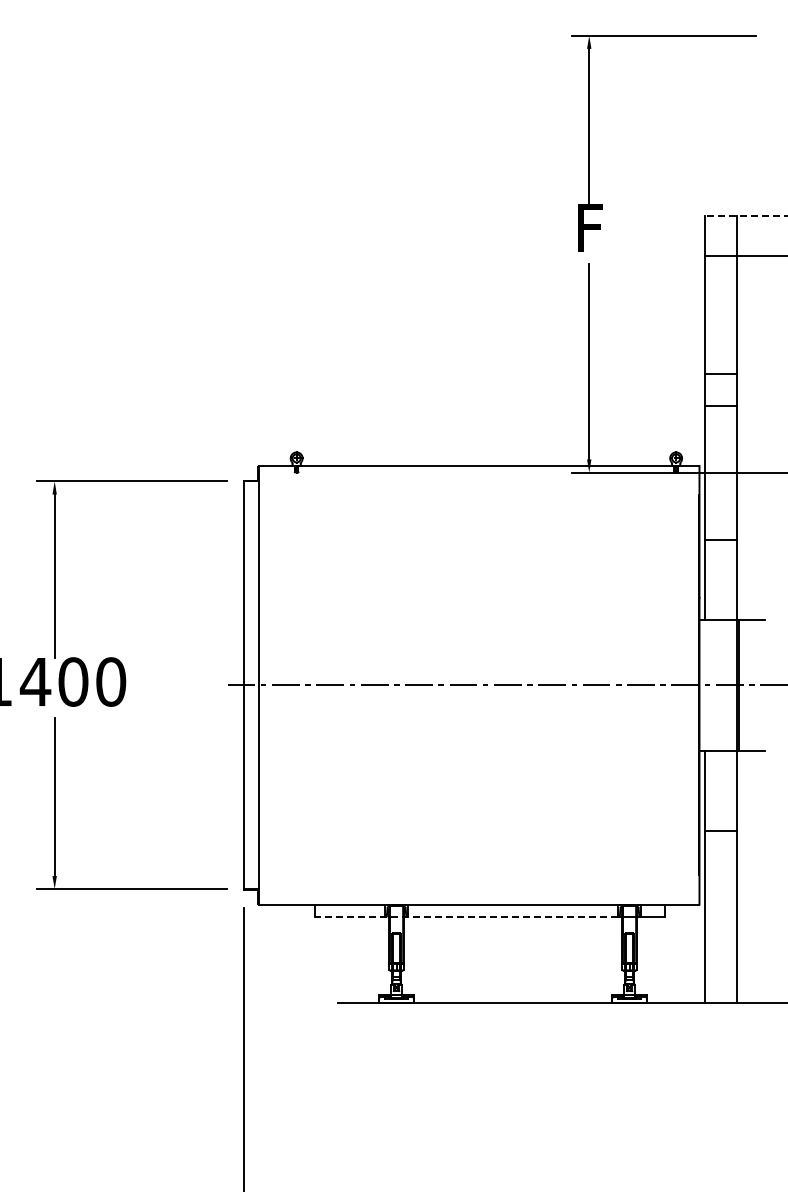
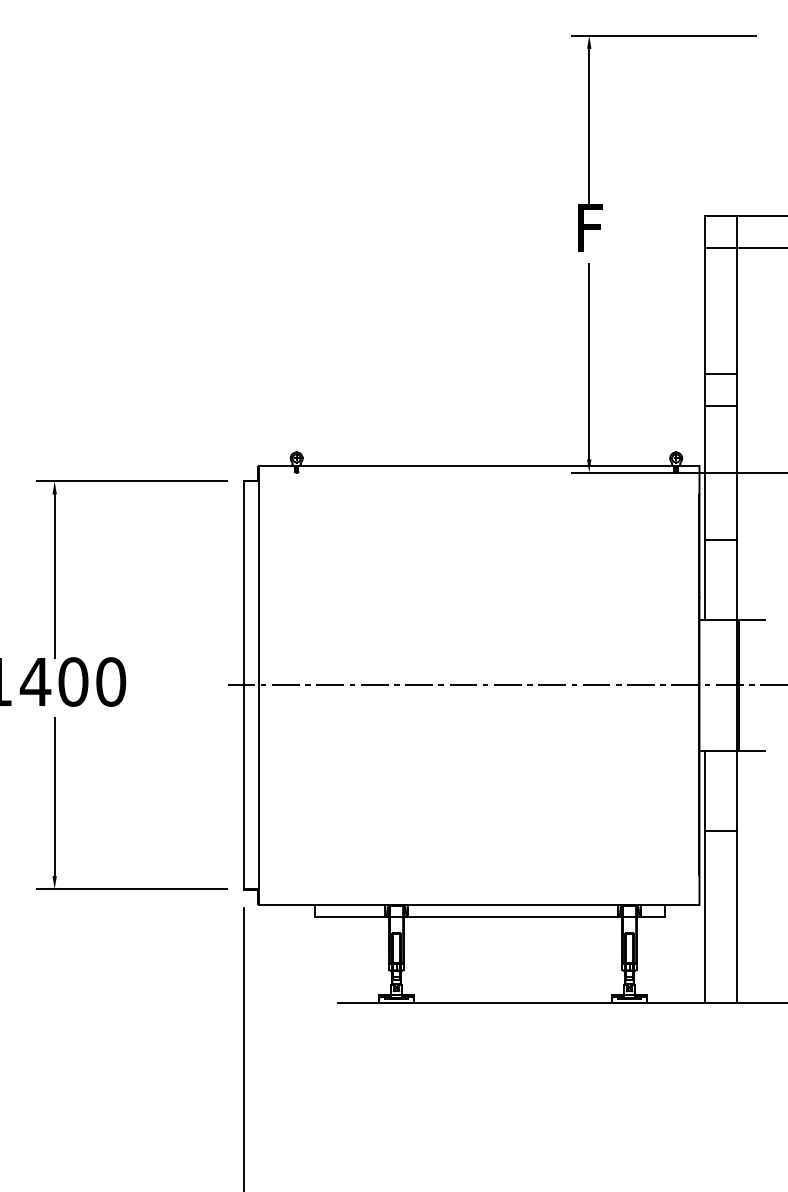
line at (746, 216): dashed -> solid
line at (744, 256) position: (744, 256) -> (744, 248)
line at (465, 917): dashed -> solid
